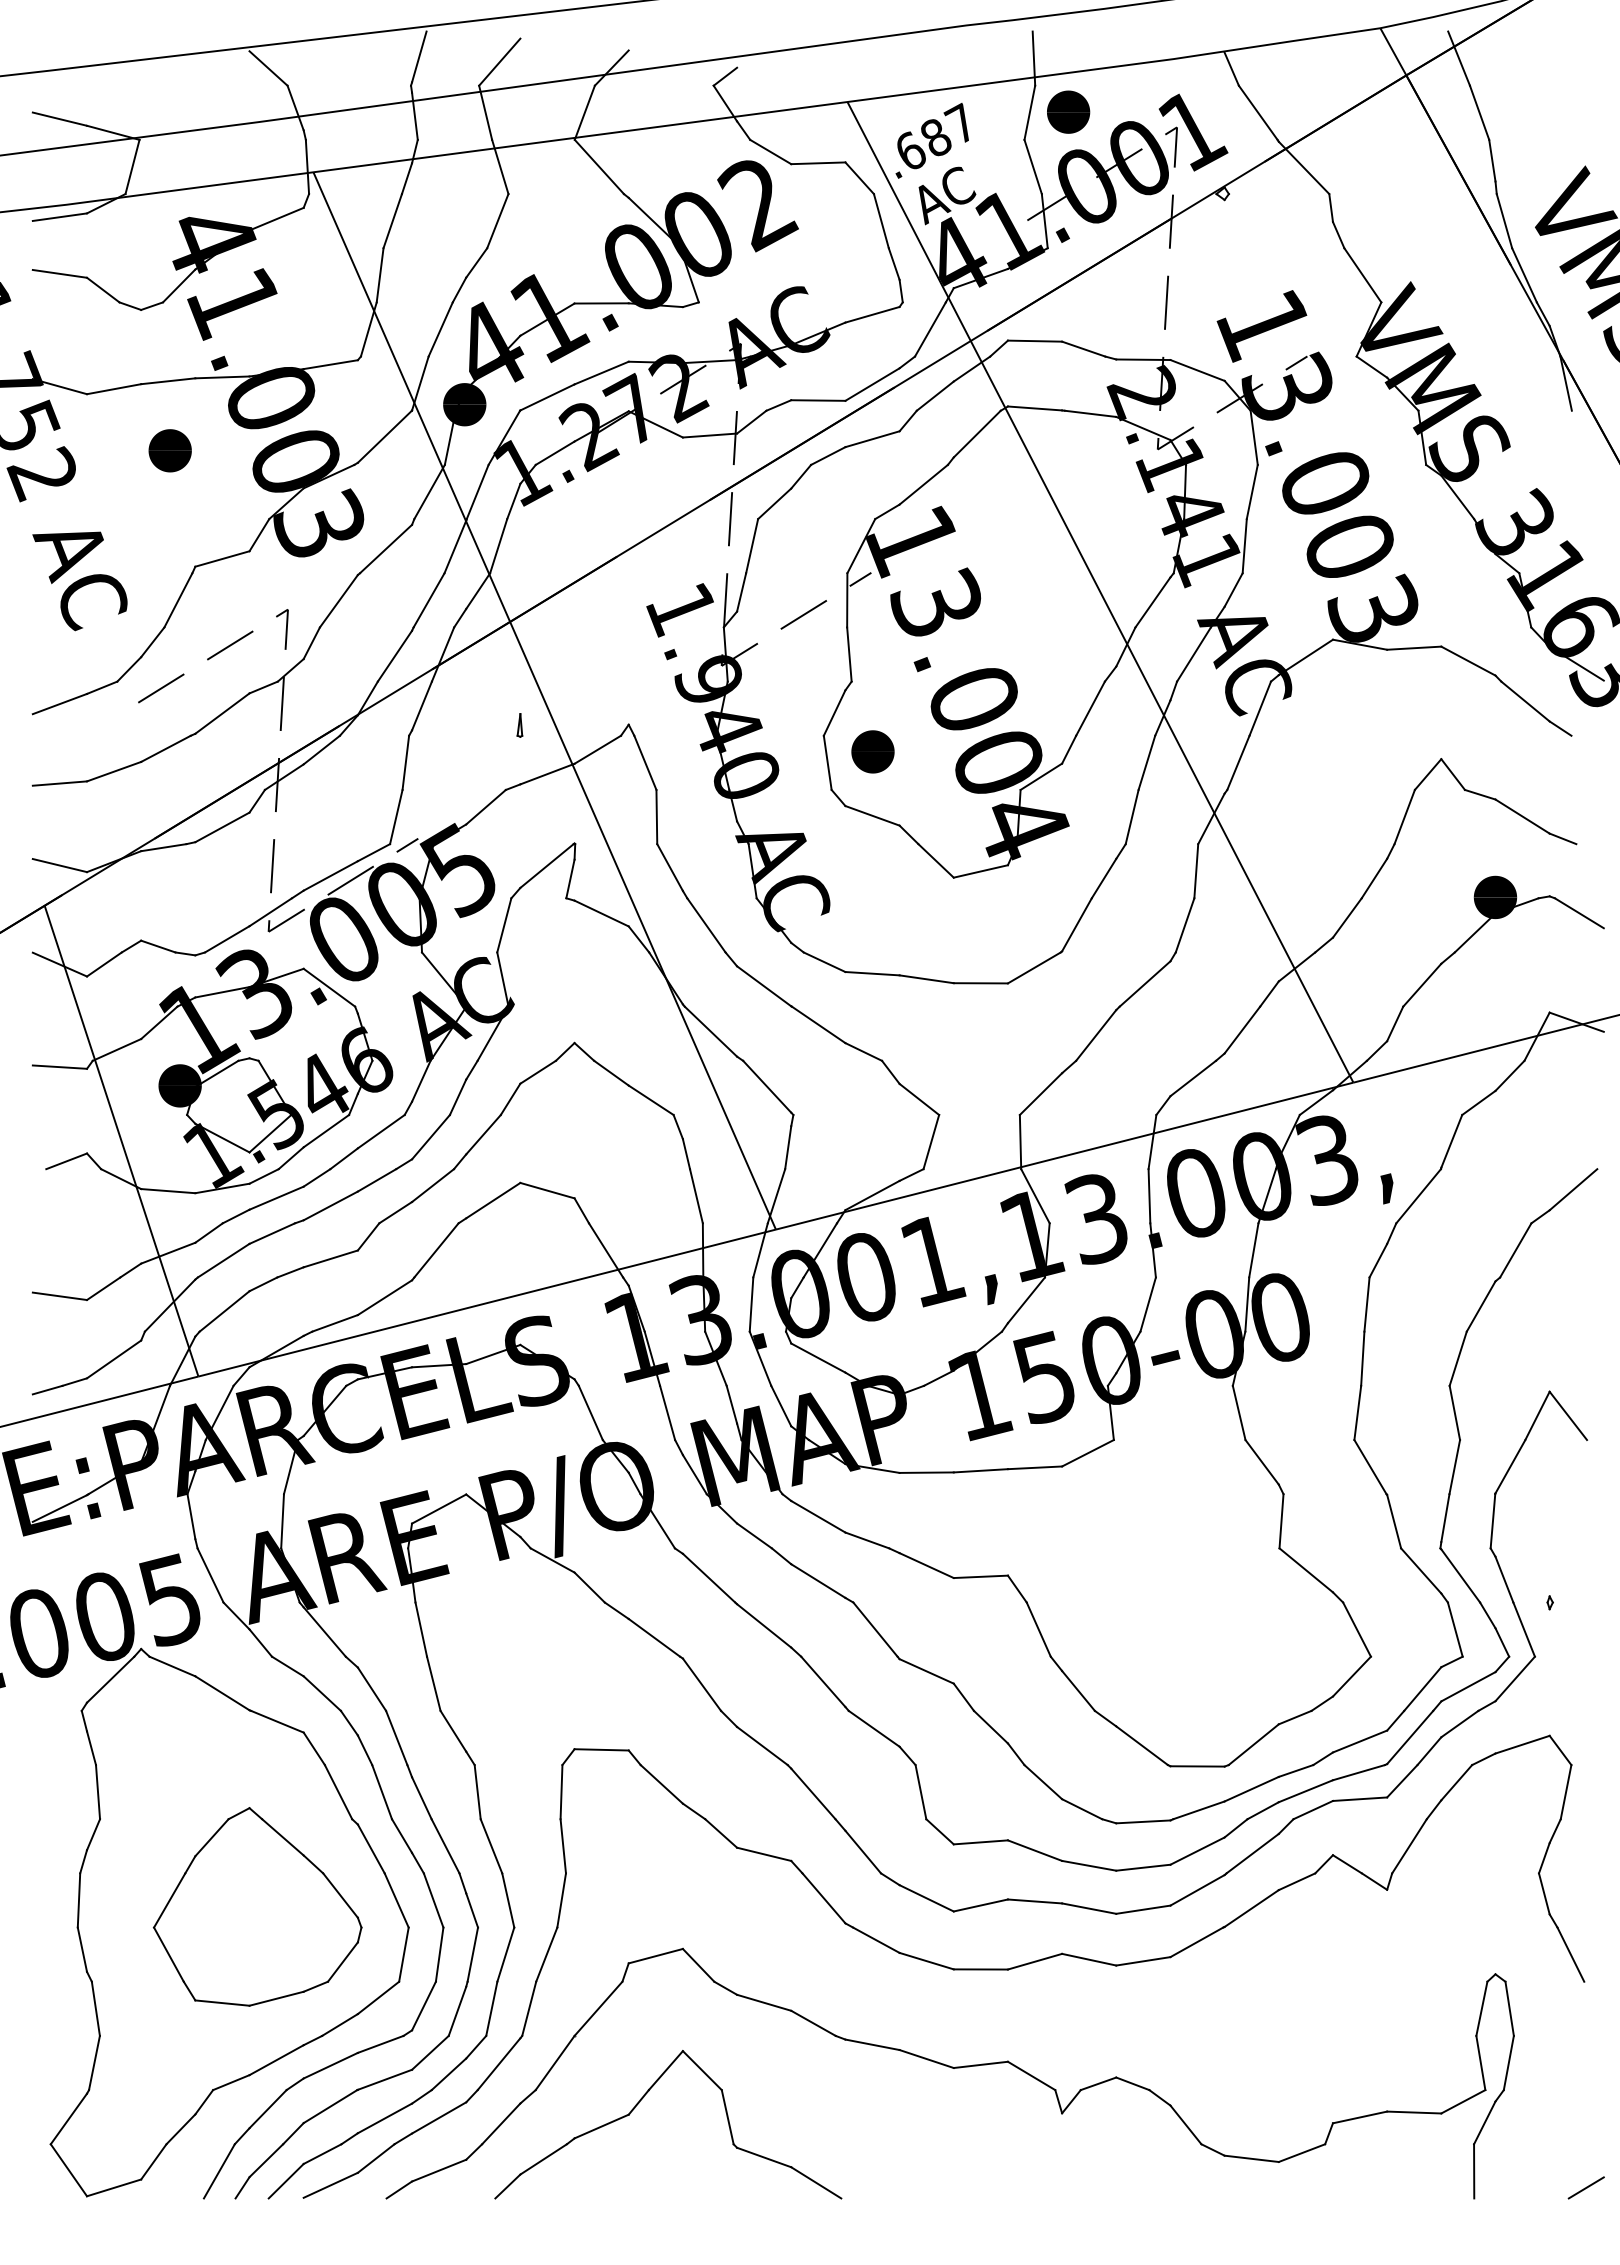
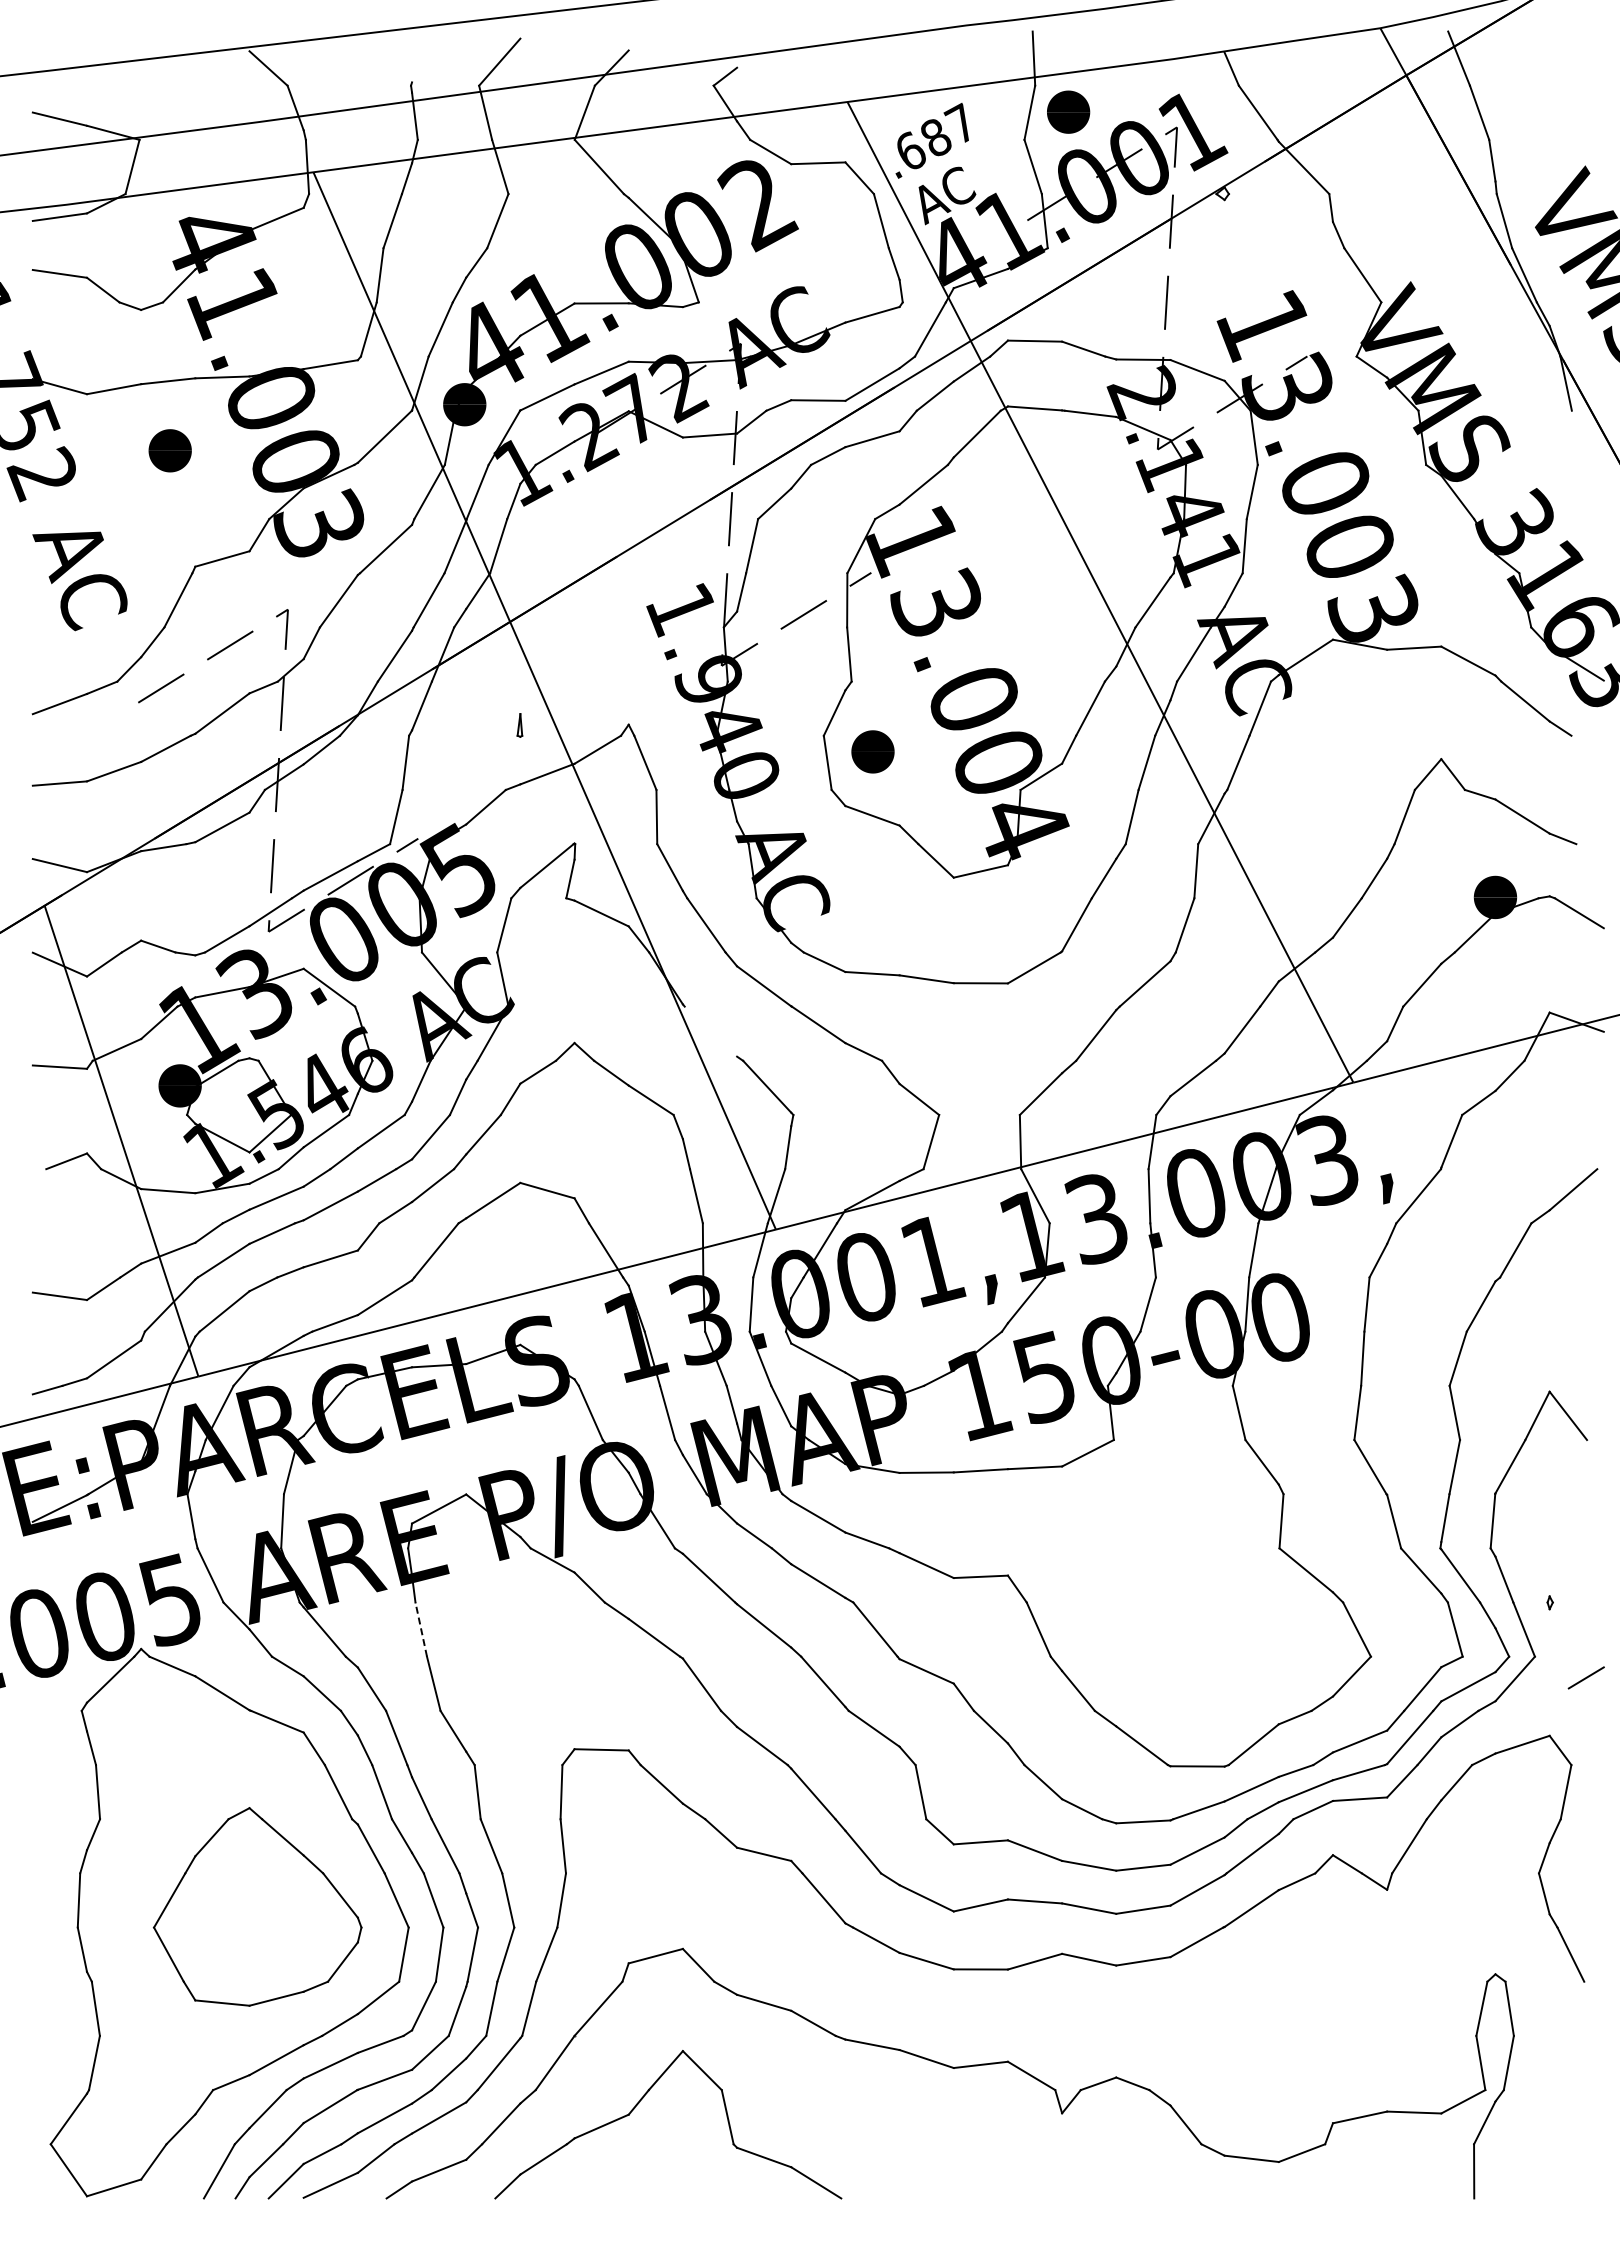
line at (419, 56): present -> none
line at (710, 1031): present -> none
line at (421, 1629): solid -> dashed
line at (1585, 2187) position: (1585, 2187) -> (1585, 1677)
